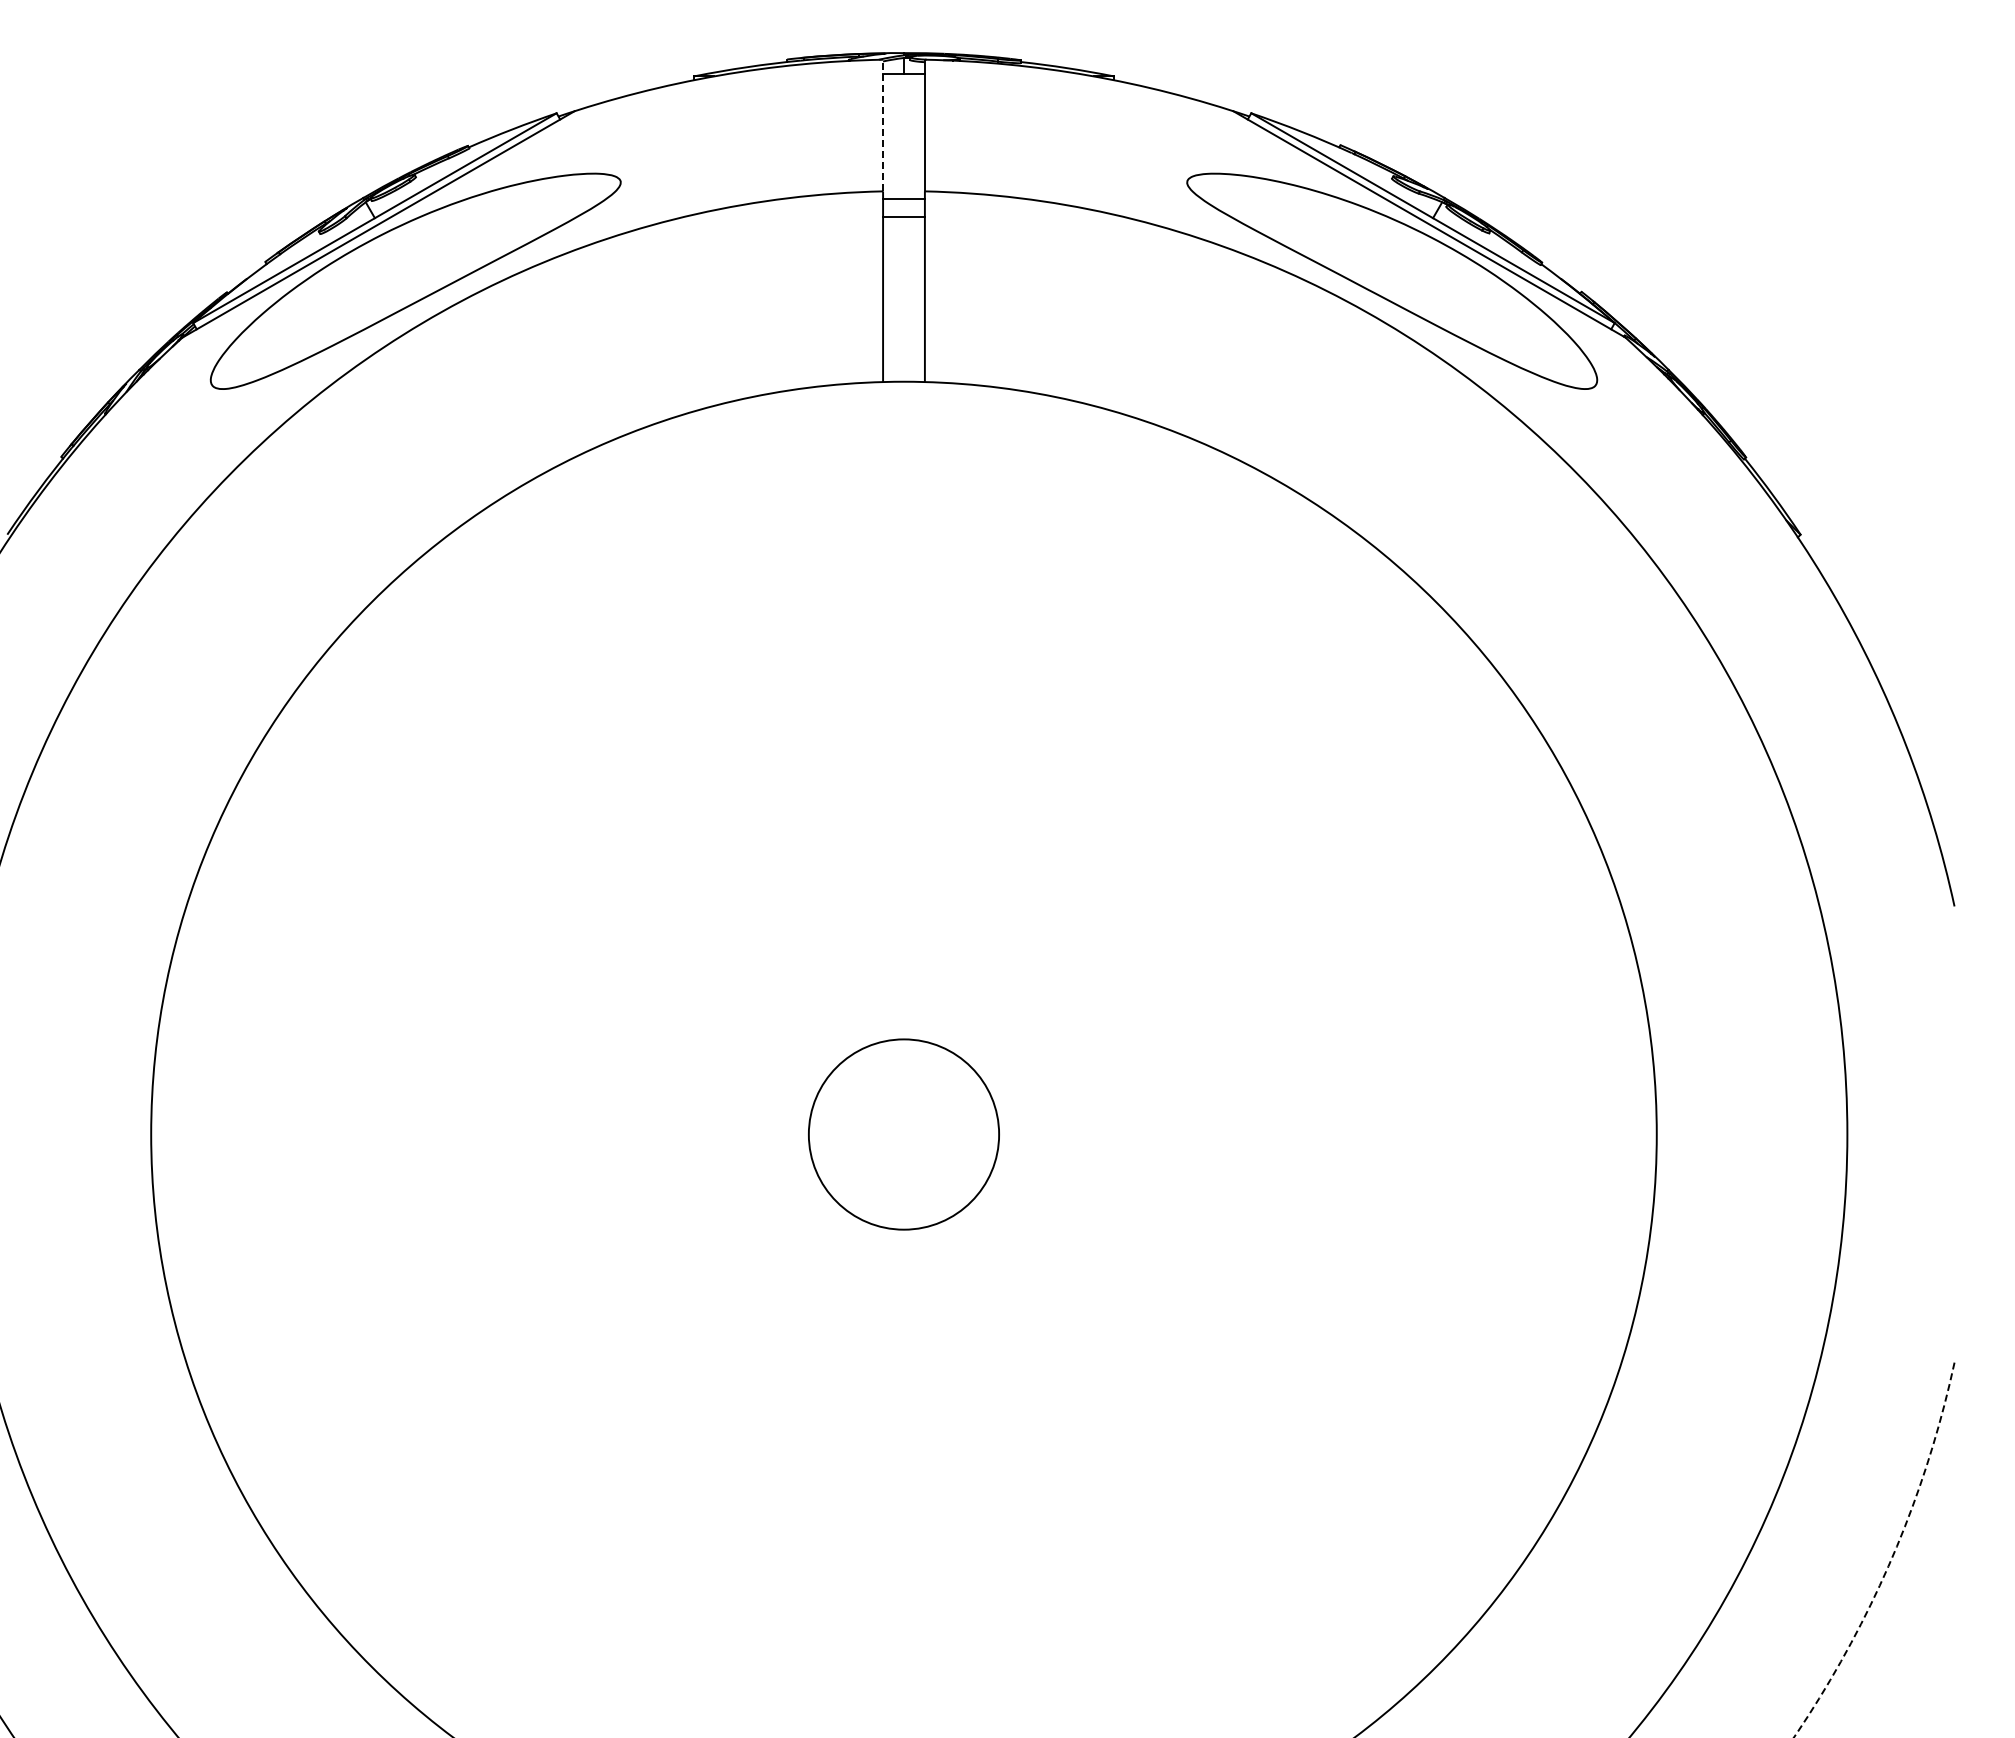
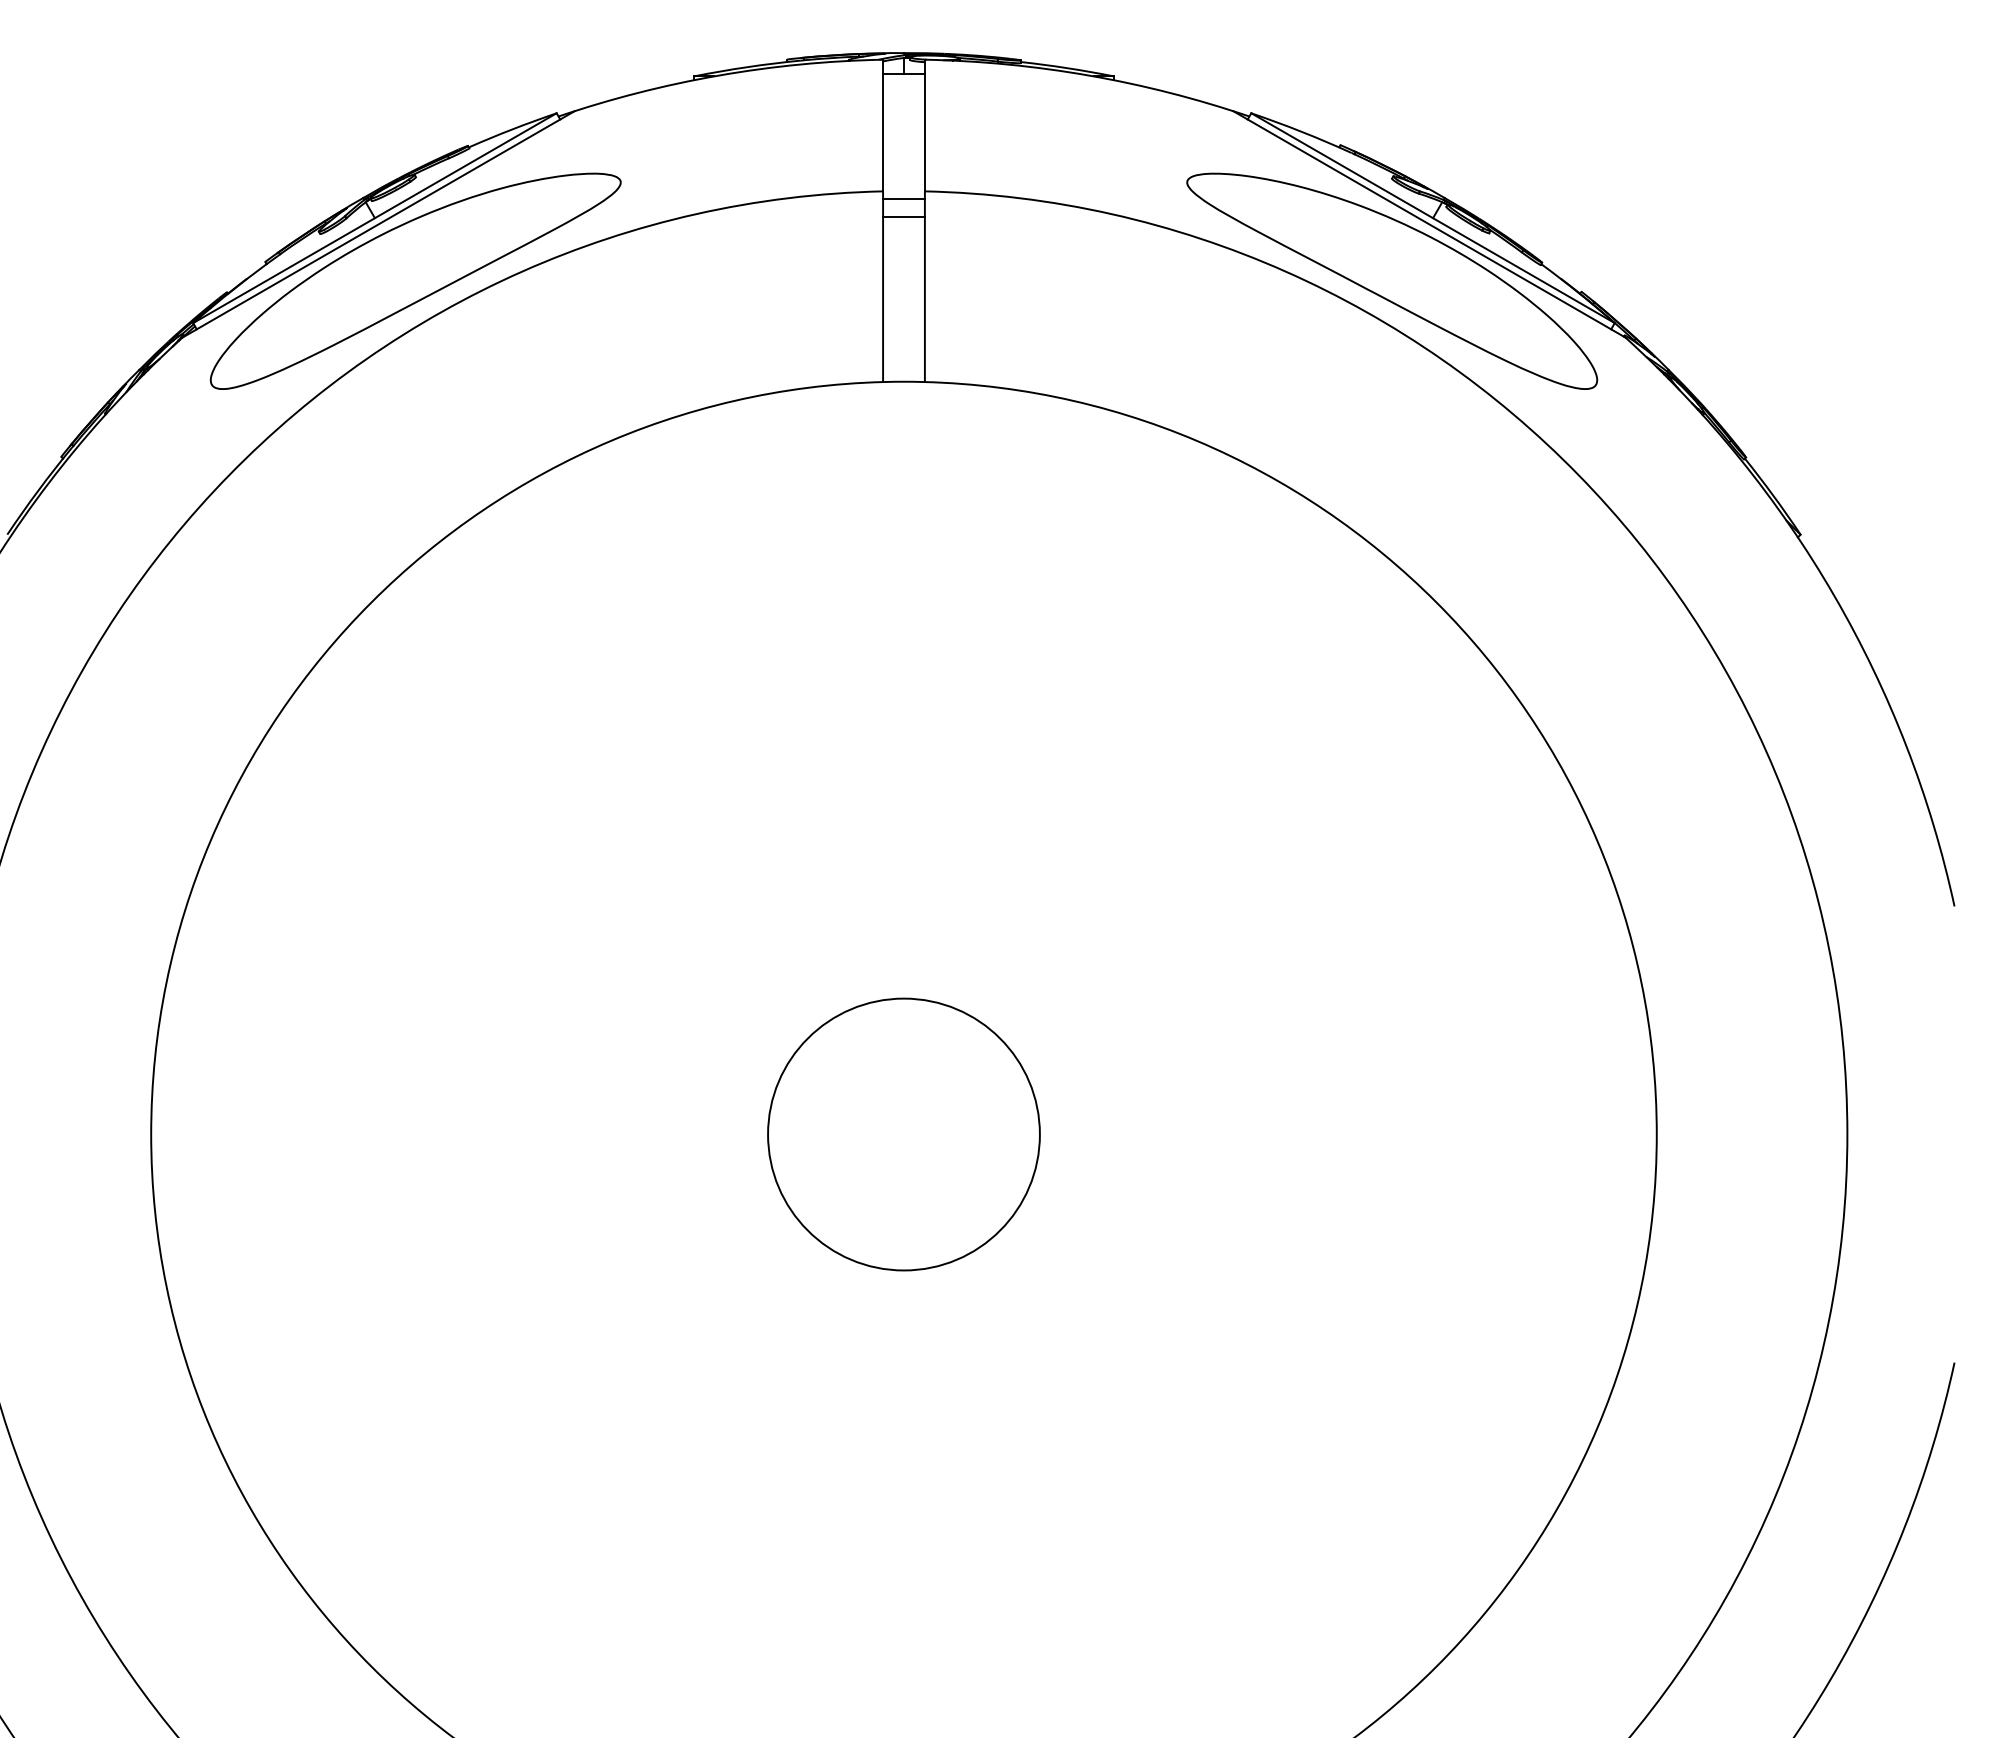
line at (883, 125): dashed -> solid
circle at (903, 1134) diameter: 190 px -> 272 px
arc at (1891, 1559): dashed -> solid
